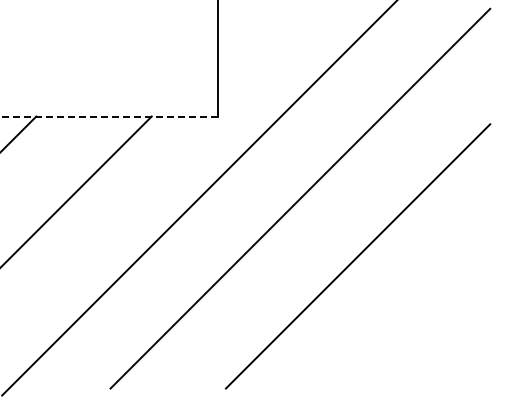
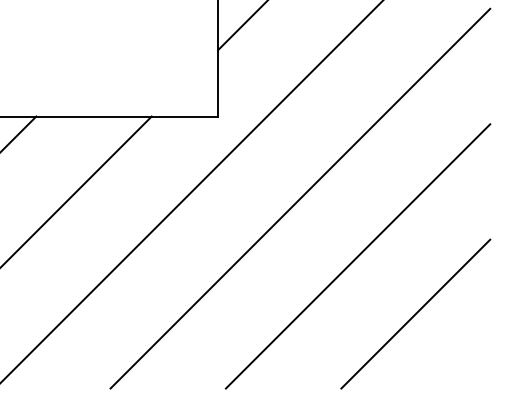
line at (241, 26): none -> present
line at (109, 116): dashed -> solid
line at (198, 198) position: (198, 198) -> (191, 191)
line at (415, 313): none -> present
